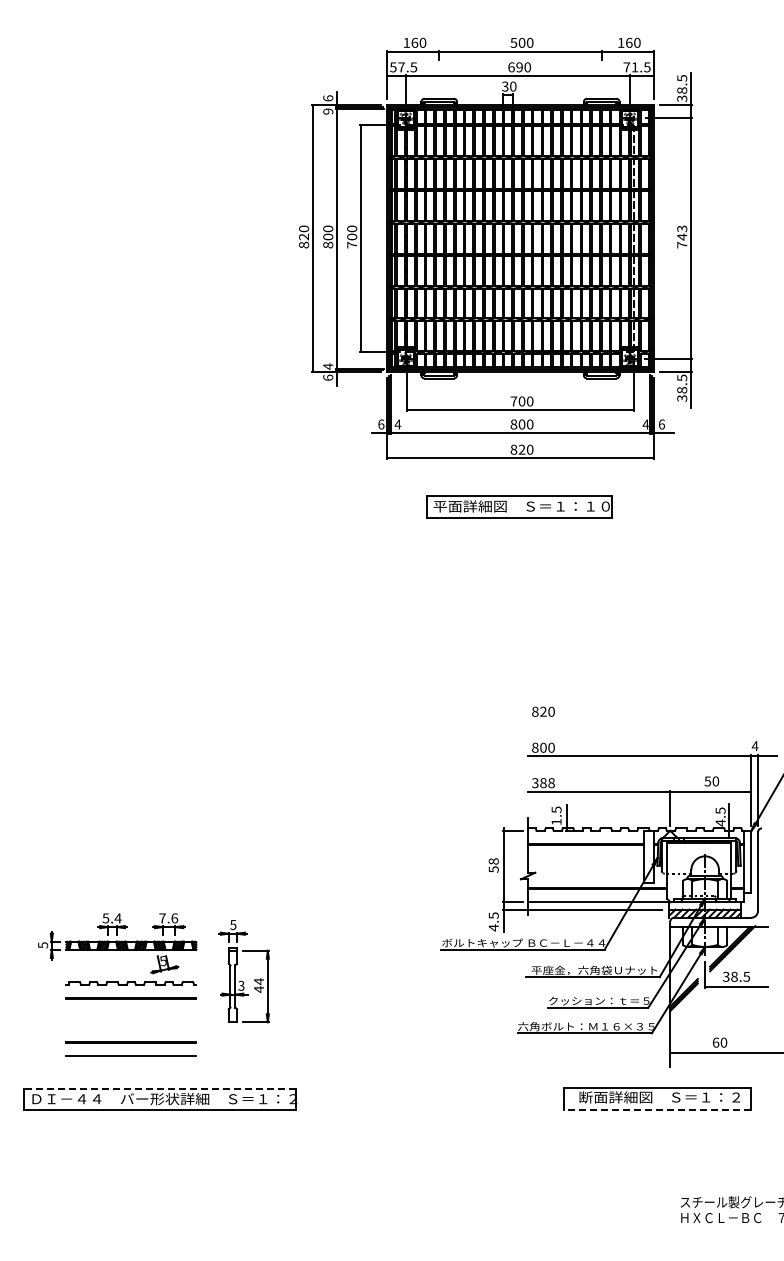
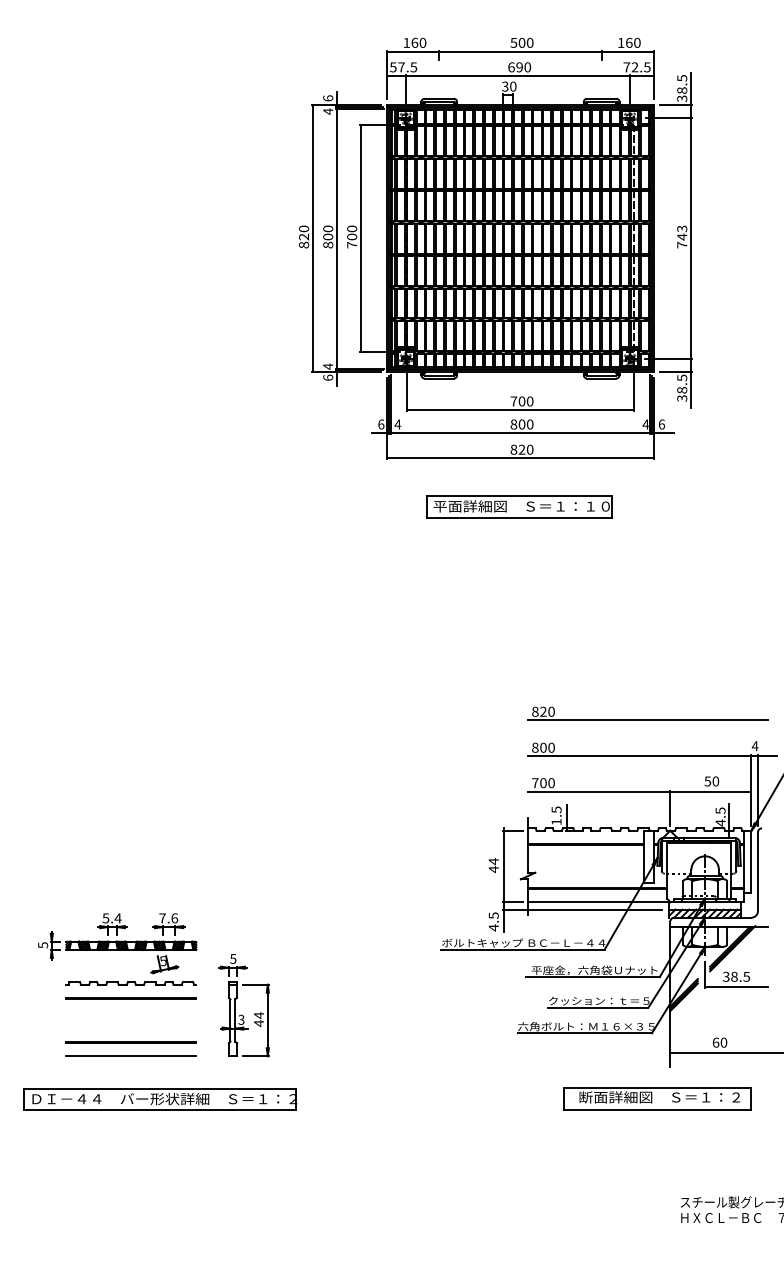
text at (634, 67): 71.5 -> 72.5
text at (328, 111): 9 -> 4
line at (647, 720): none -> present
text at (543, 783): 388 -> 700
text at (493, 865): 58 -> 44
part at (235, 971) position: (235, 971) -> (235, 1005)
line at (159, 1088): dashed -> solid
line at (657, 1109): dashed -> solid
